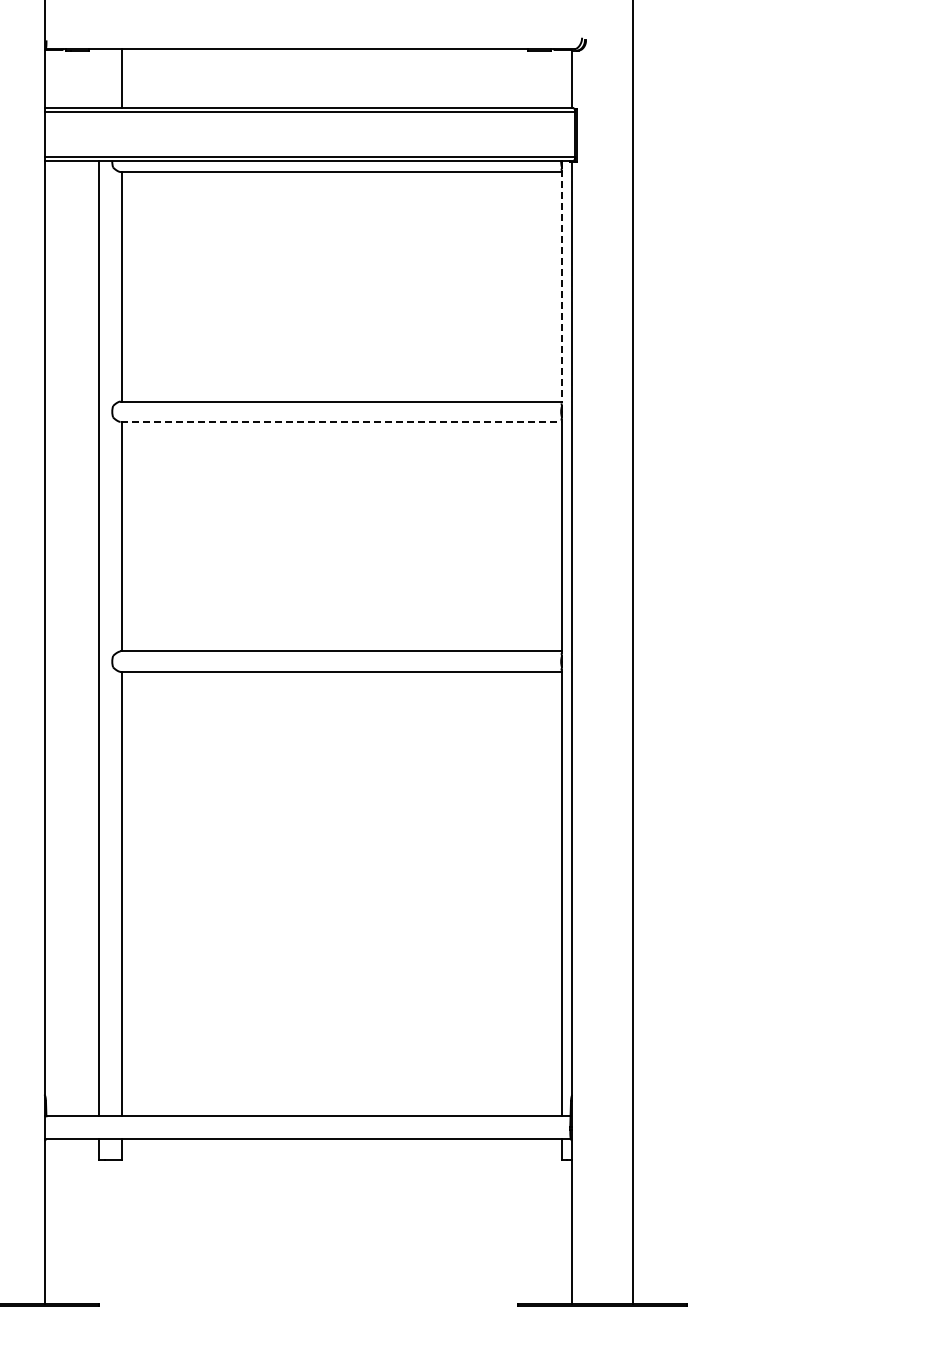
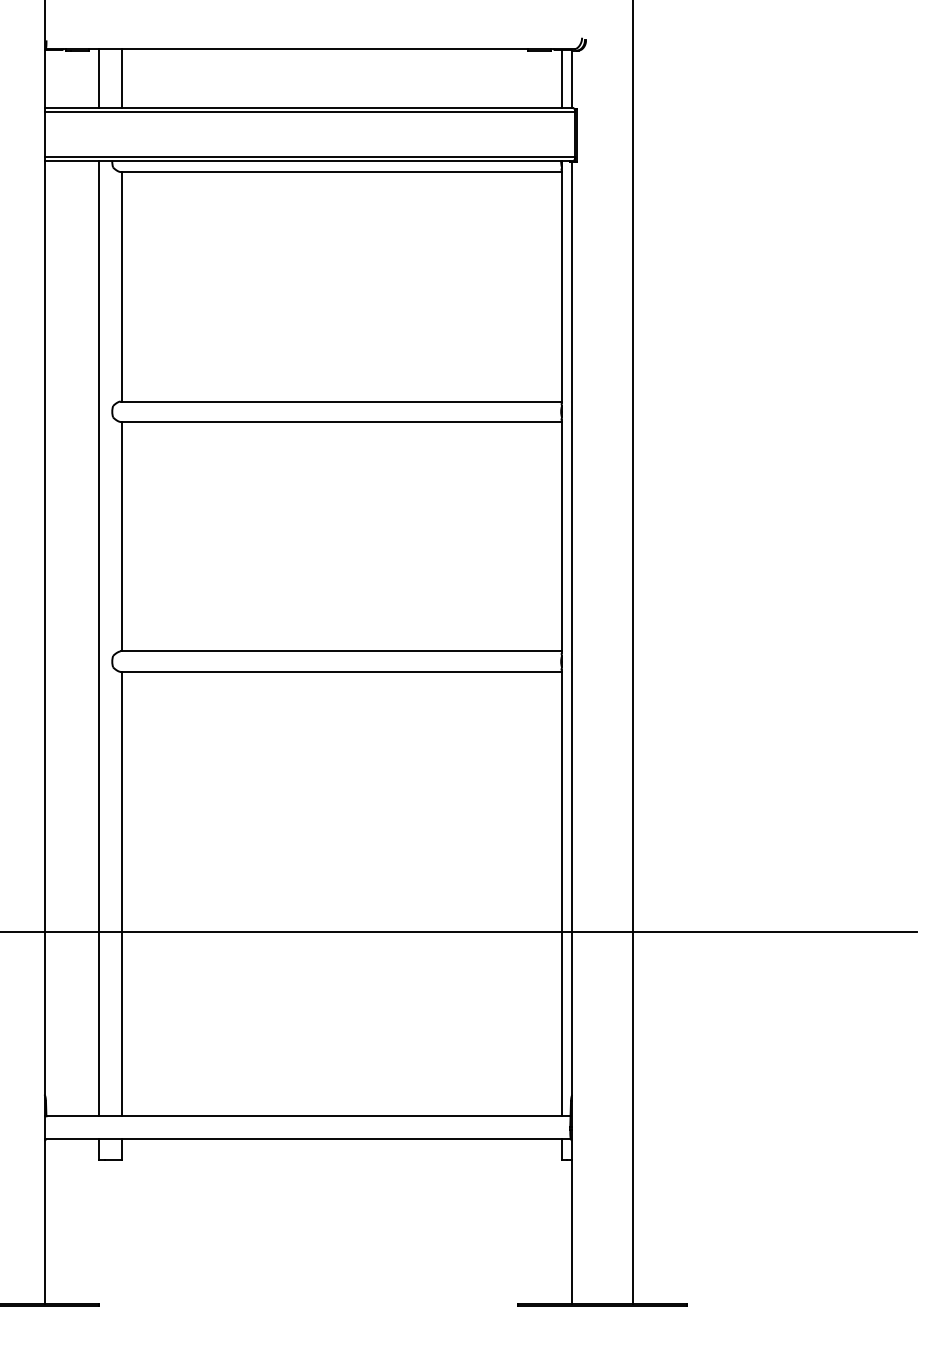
line at (99, 78): none -> present
line at (561, 78): none -> present
line at (561, 286): dashed -> solid
line at (341, 421): dashed -> solid
line at (459, 932): none -> present
